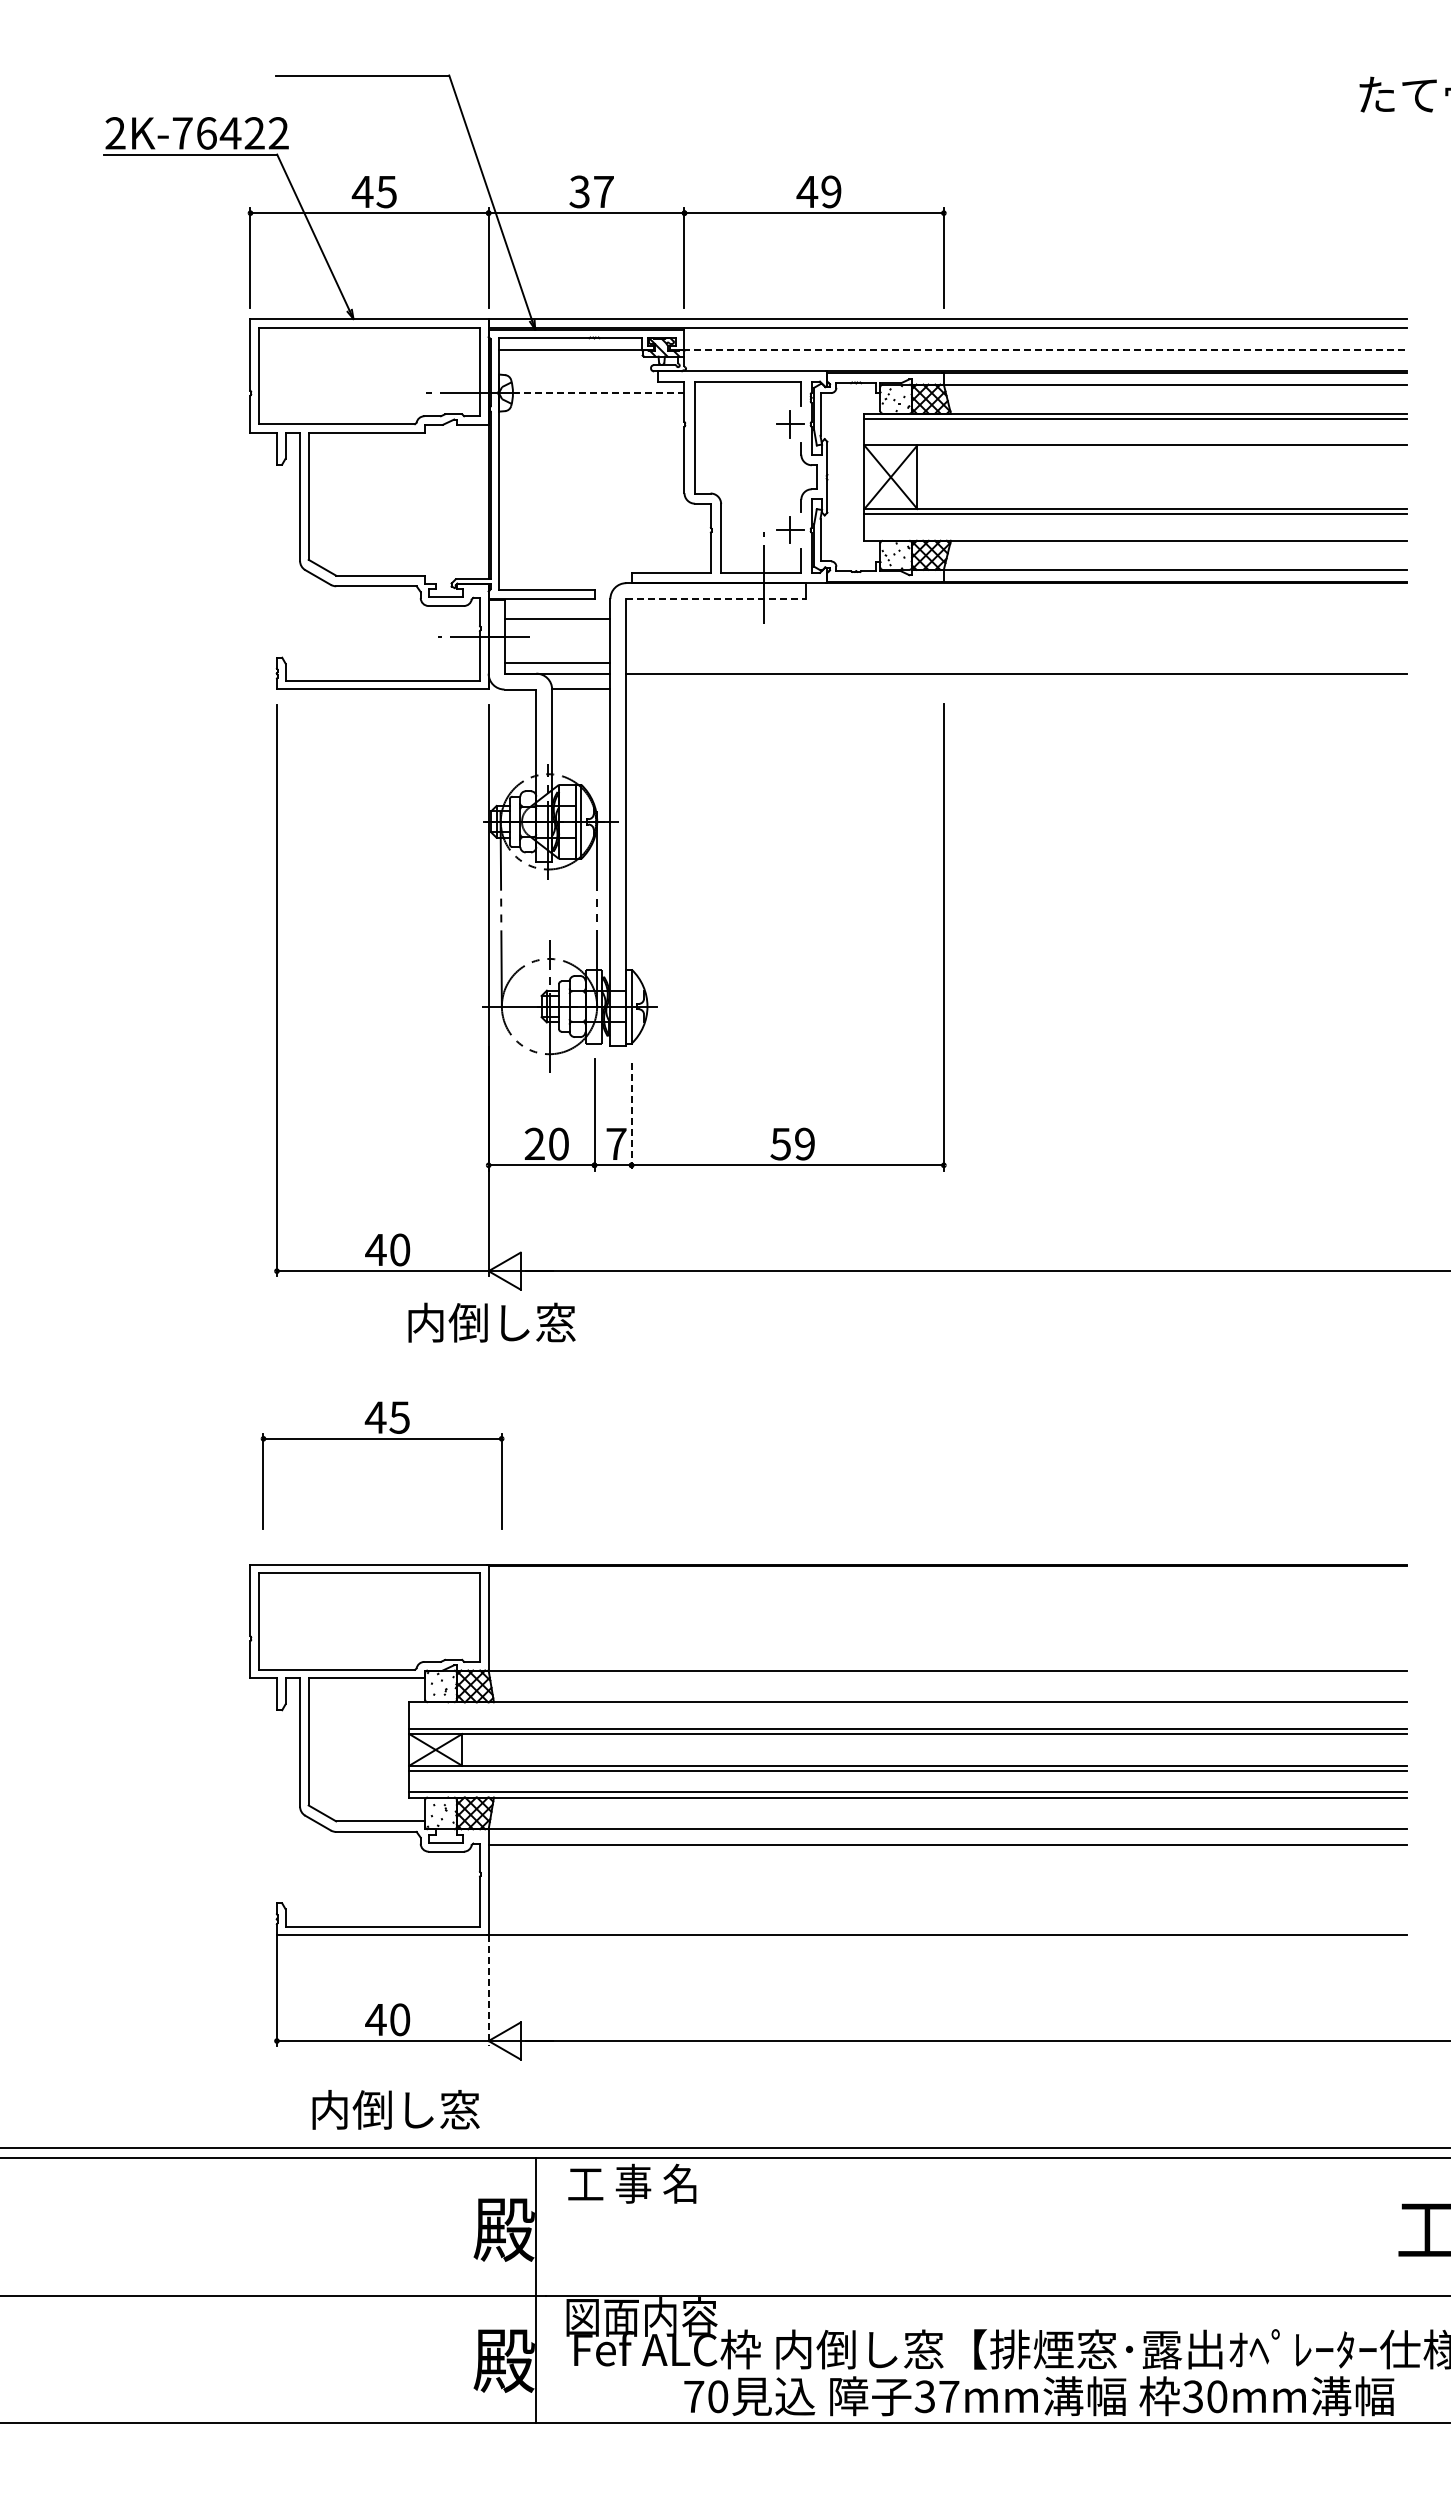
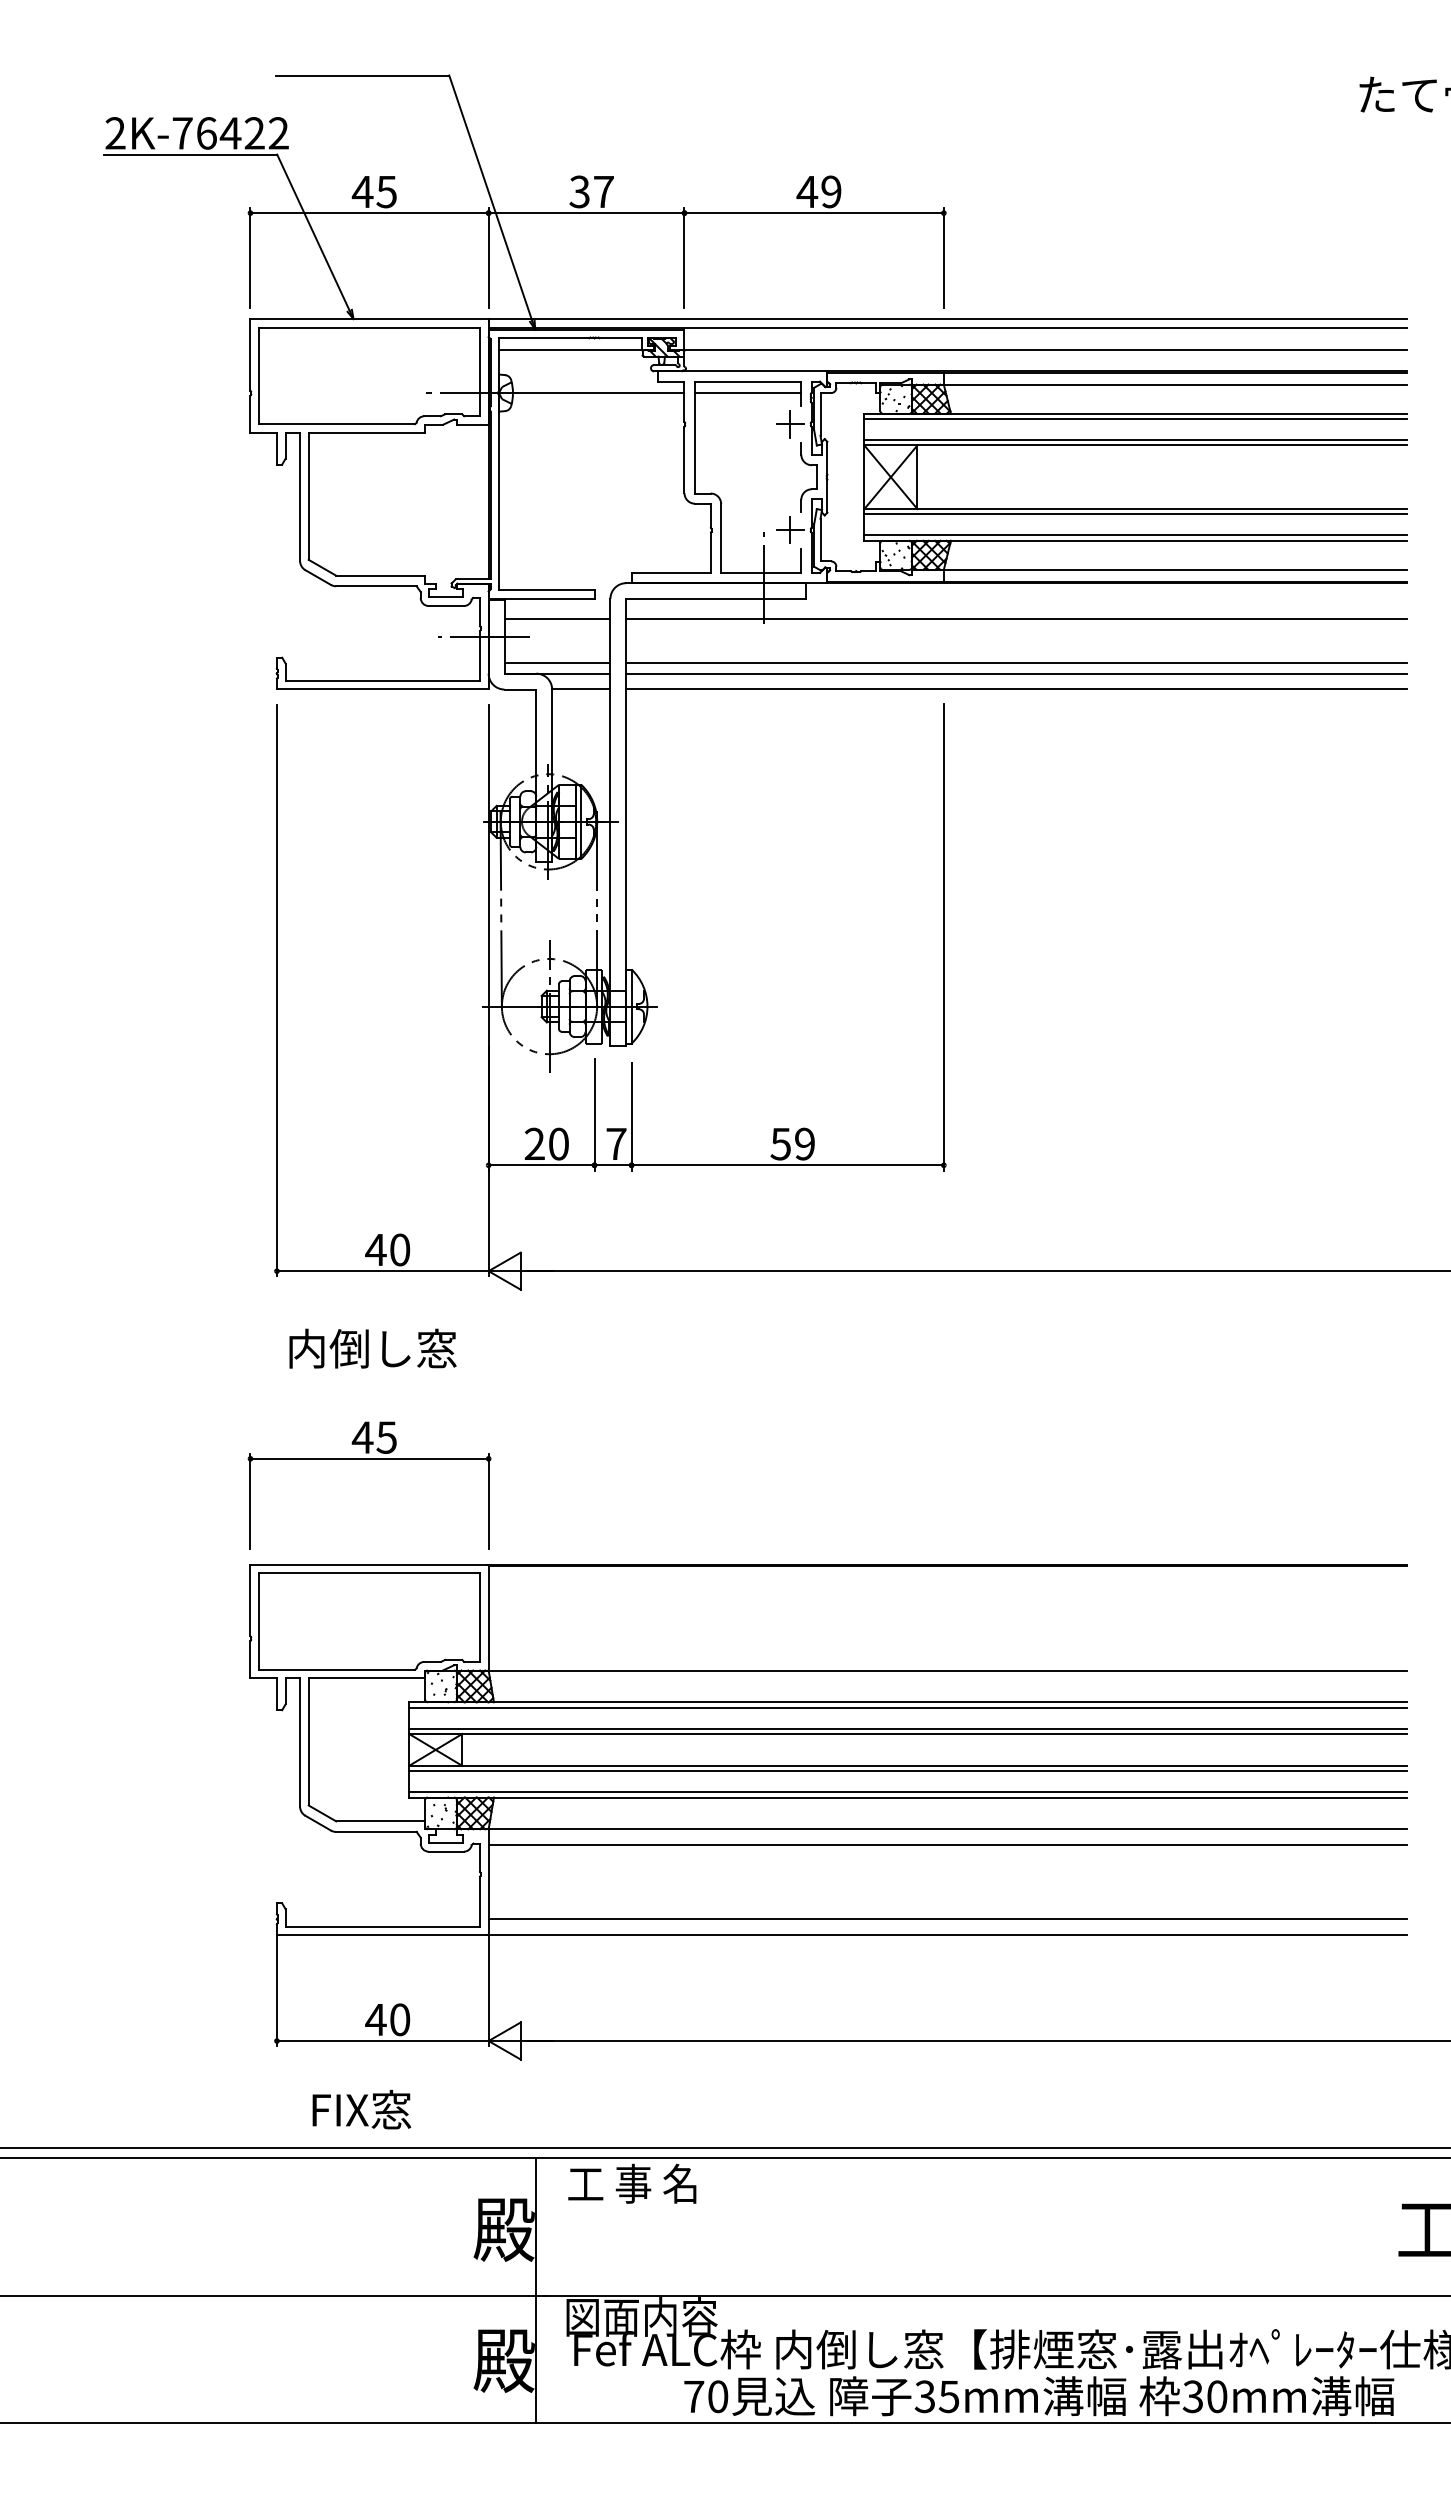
line at (1045, 350): dashed -> solid
line at (598, 392): dashed -> solid
line at (747, 392): none -> present
line at (1135, 440): none -> present
line at (1135, 535): none -> present
line at (716, 599): dashed -> solid
line at (1016, 618): none -> present
line at (1016, 663): none -> present
line at (1016, 689): none -> present
line at (631, 1117): dashed -> solid
text at (491, 1322) position: (491, 1322) -> (372, 1348)
part at (382, 1439) position: (382, 1439) -> (369, 1459)
line at (907, 1707): none -> present
line at (947, 1919): none -> present
line at (488, 1990): dashed -> solid
text at (395, 2109): 内倒し窓 -> FIX窓
text at (948, 2397): 37mm -> 35mm
